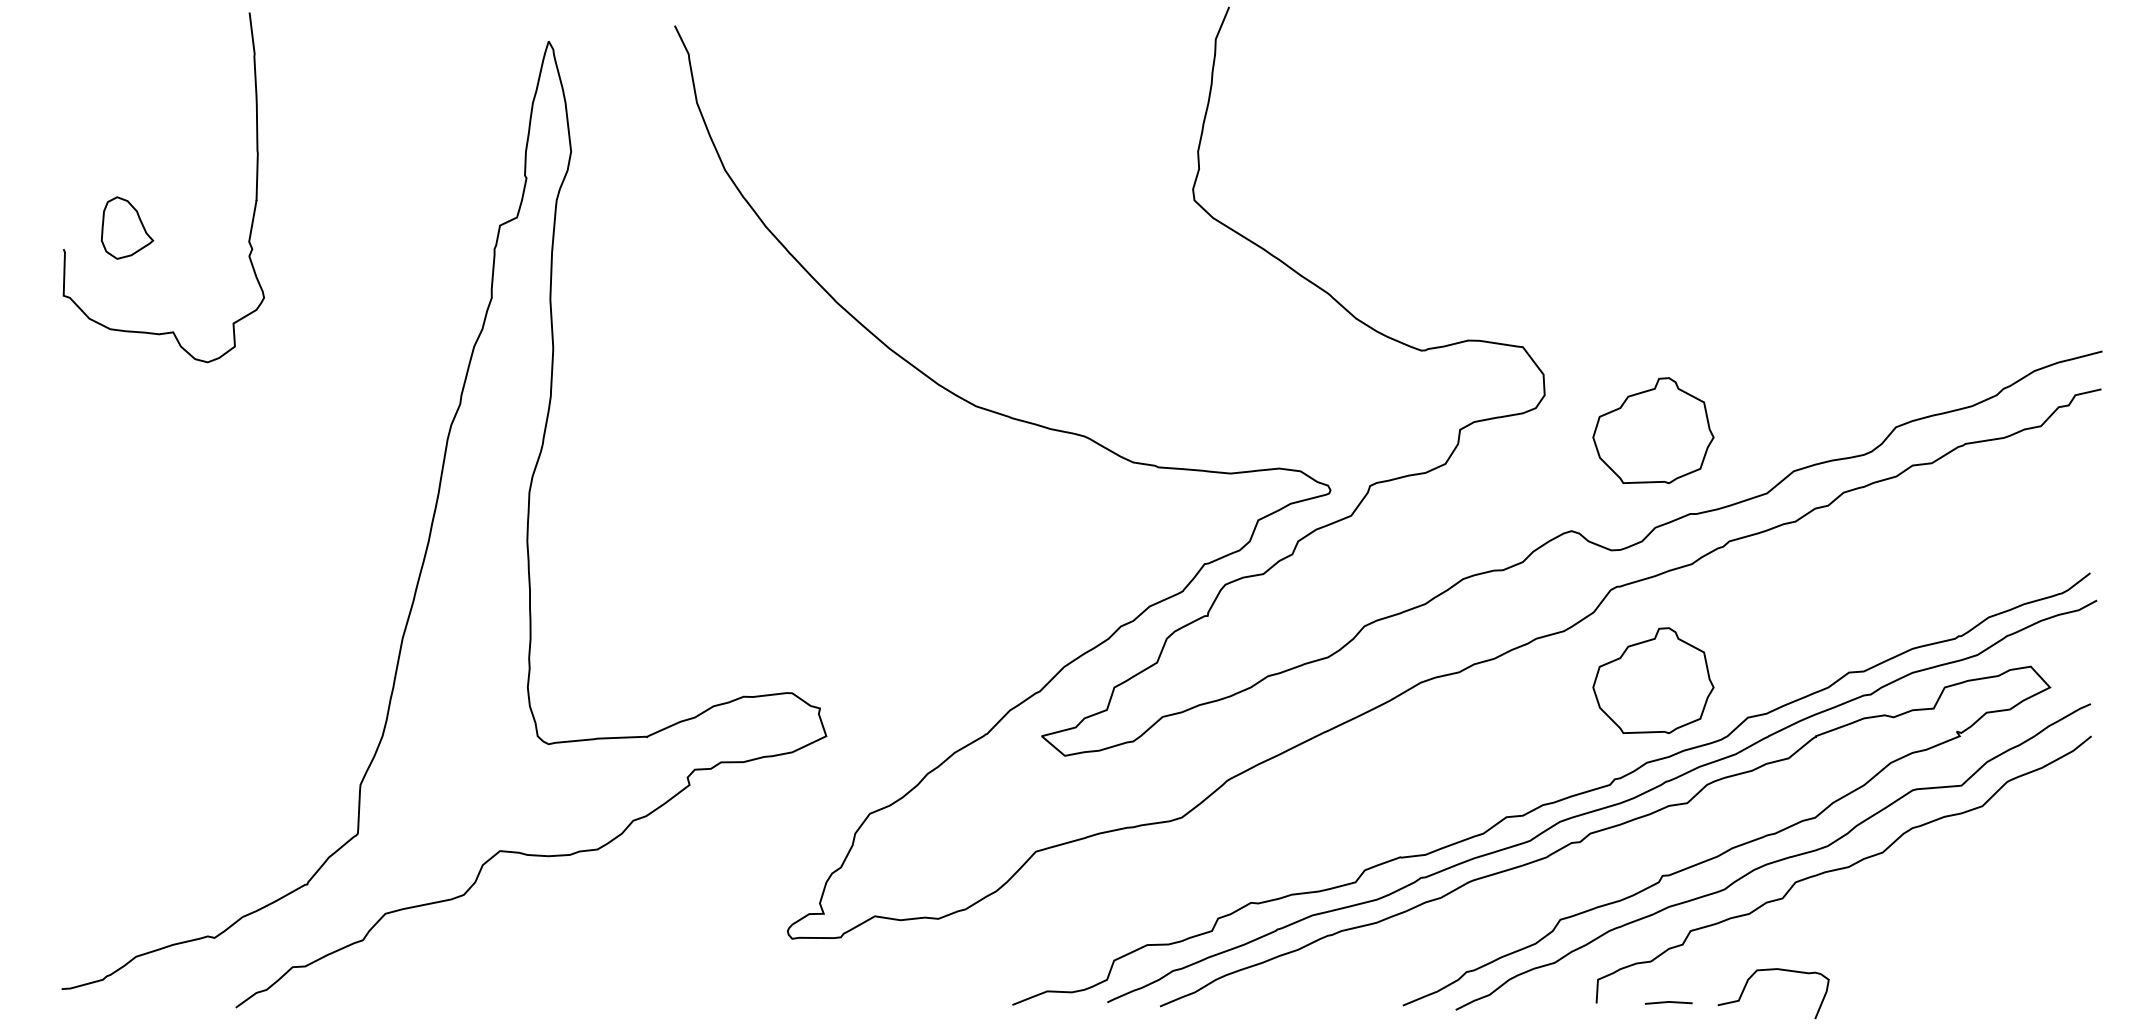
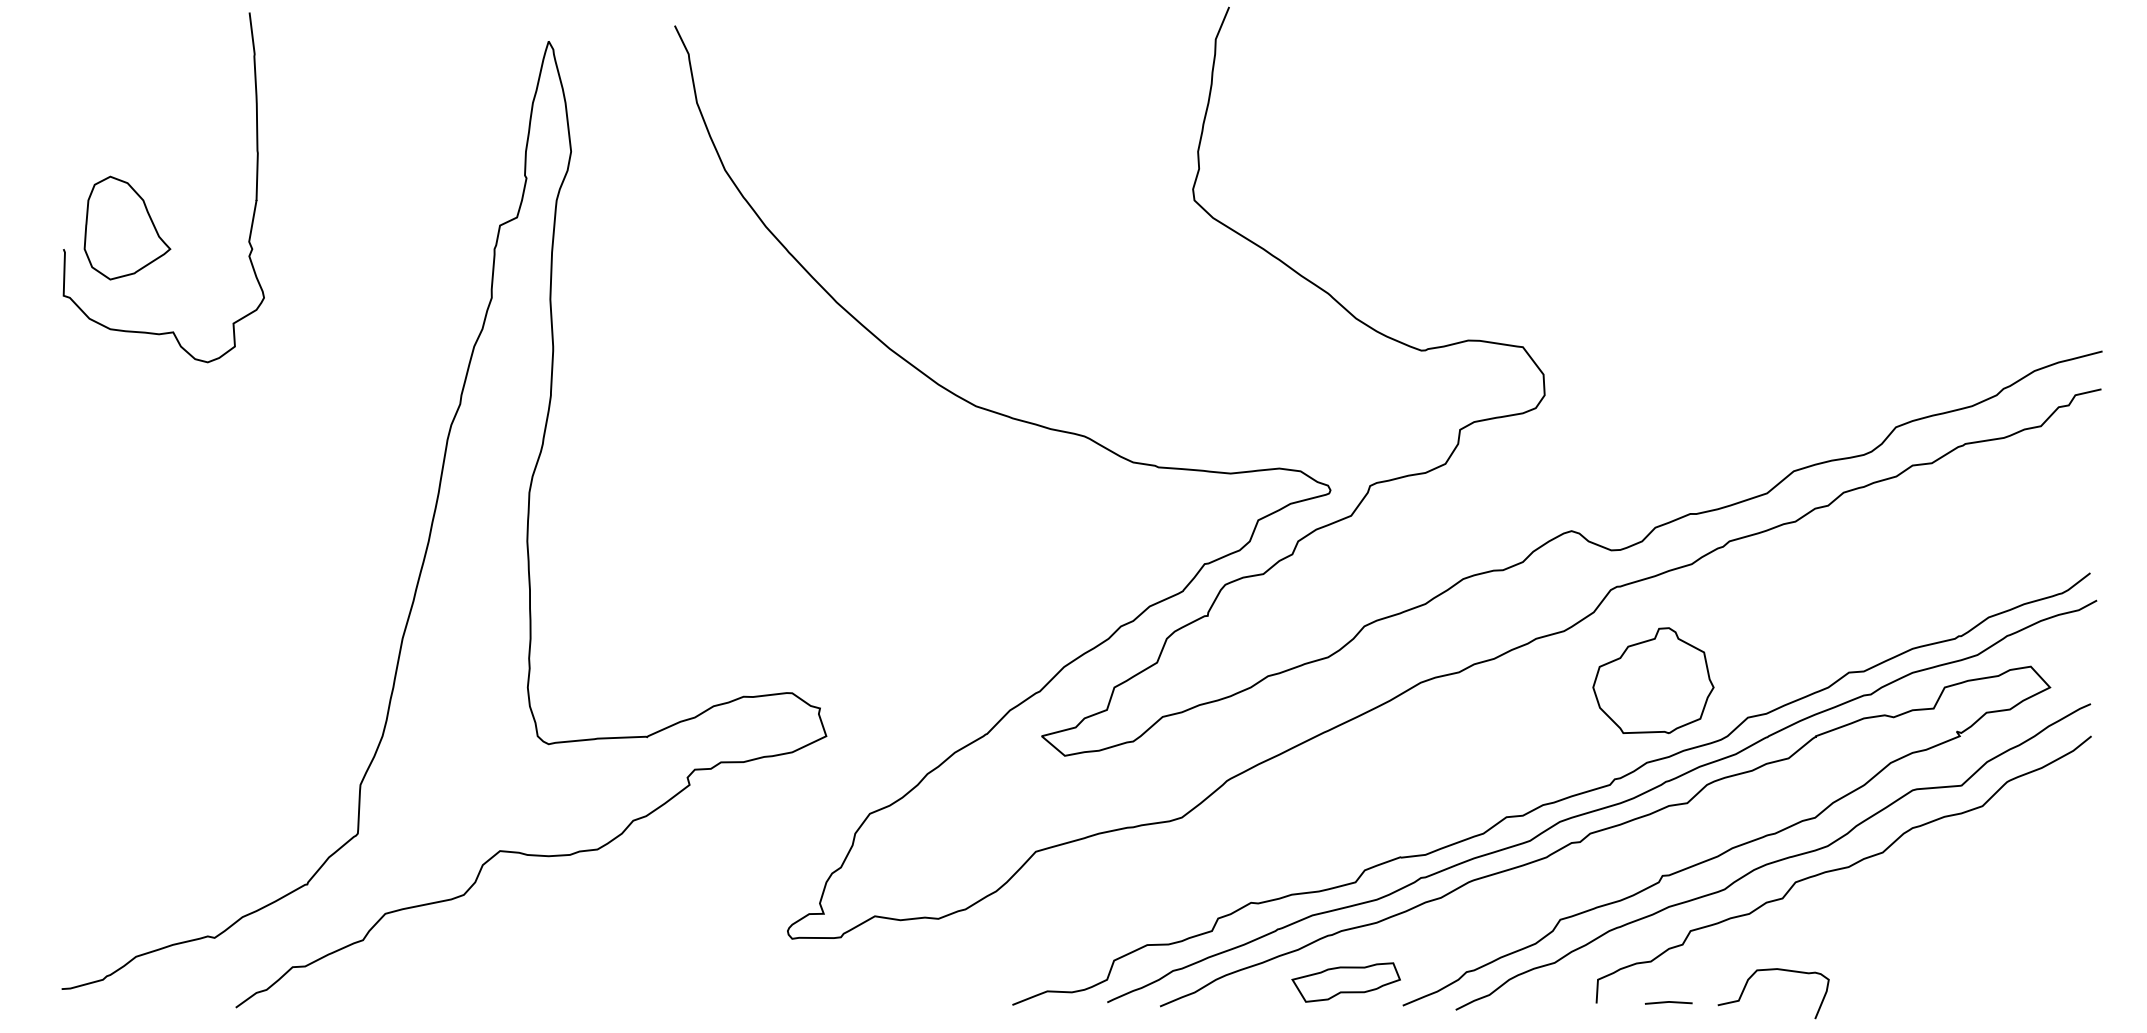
part at (127, 227) size: 55x64 px -> 89x106 px
part at (1653, 430): present -> none
part at (1345, 982): none -> present
